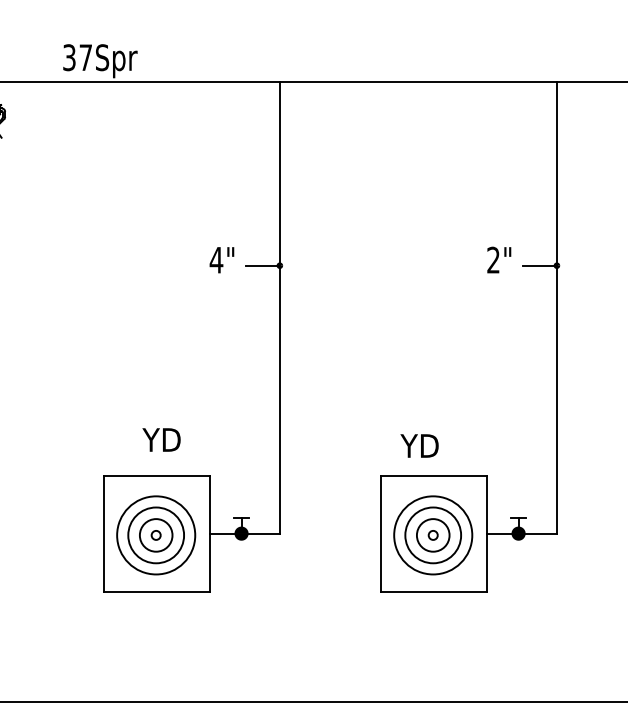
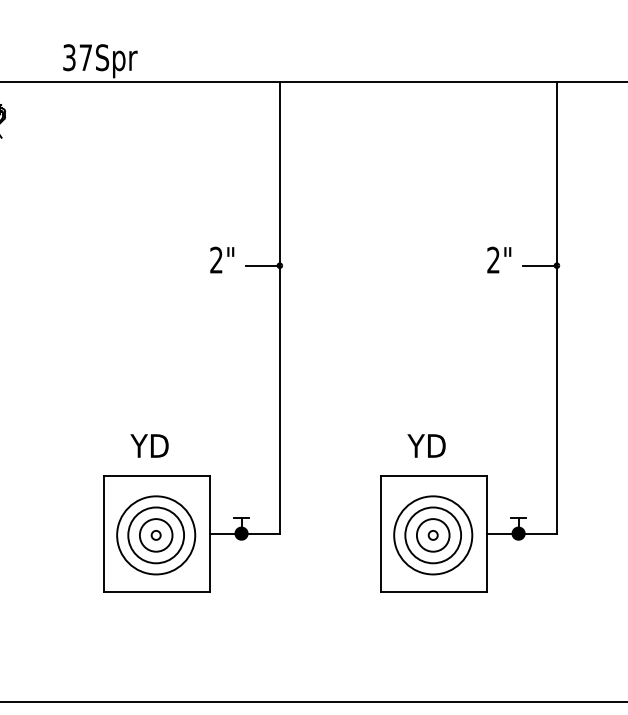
text at (216, 259): 4" -> 2"
text at (161, 439) position: (161, 439) -> (149, 445)
text at (419, 445) position: (419, 445) -> (426, 445)
